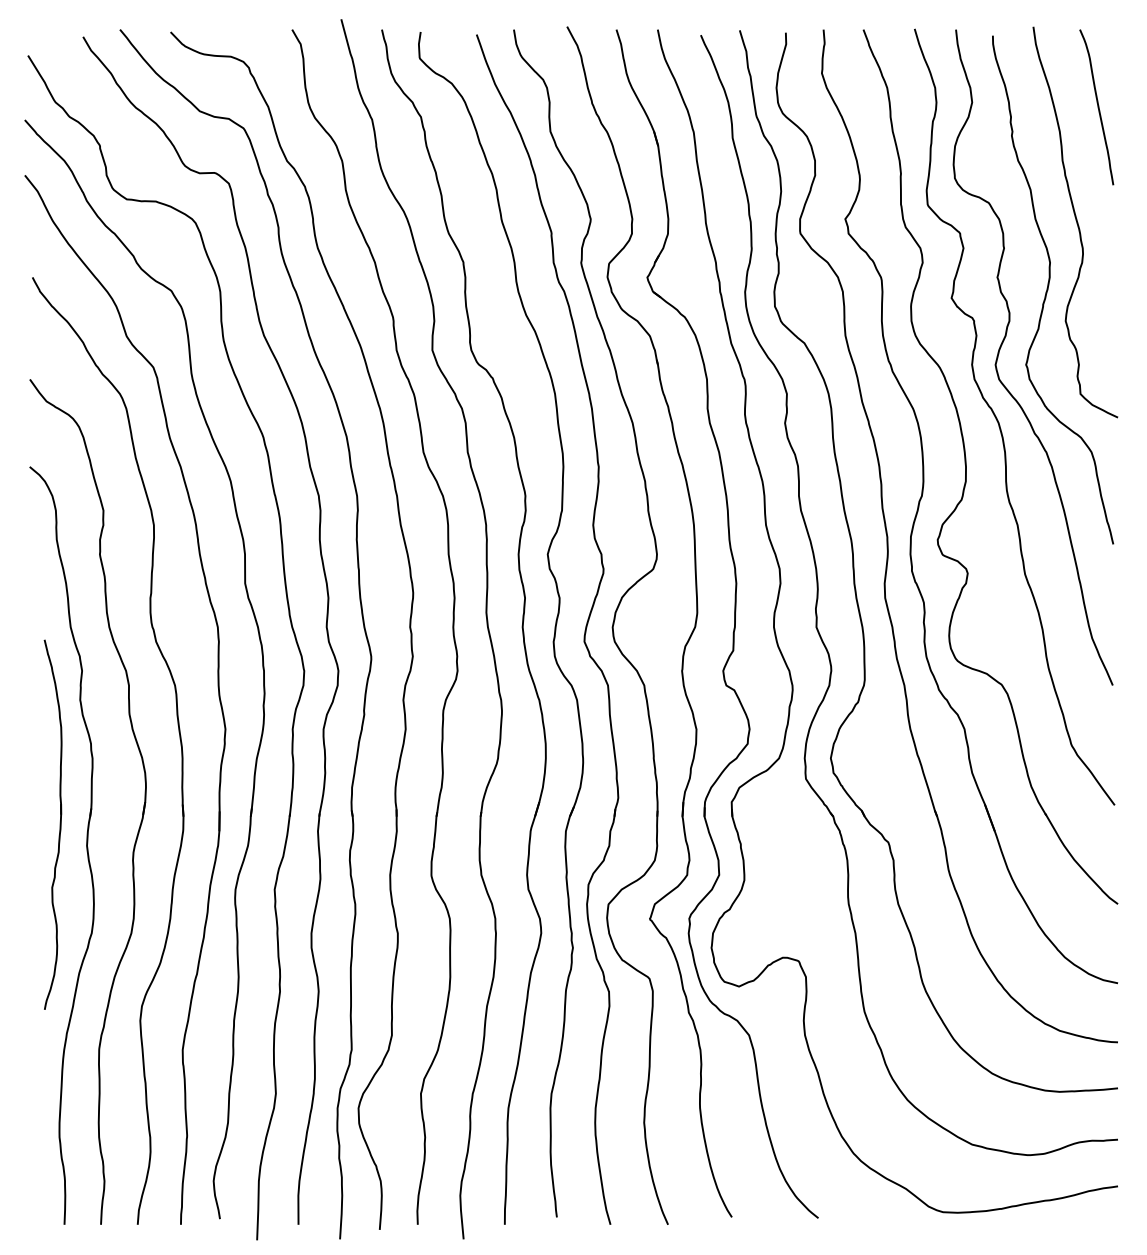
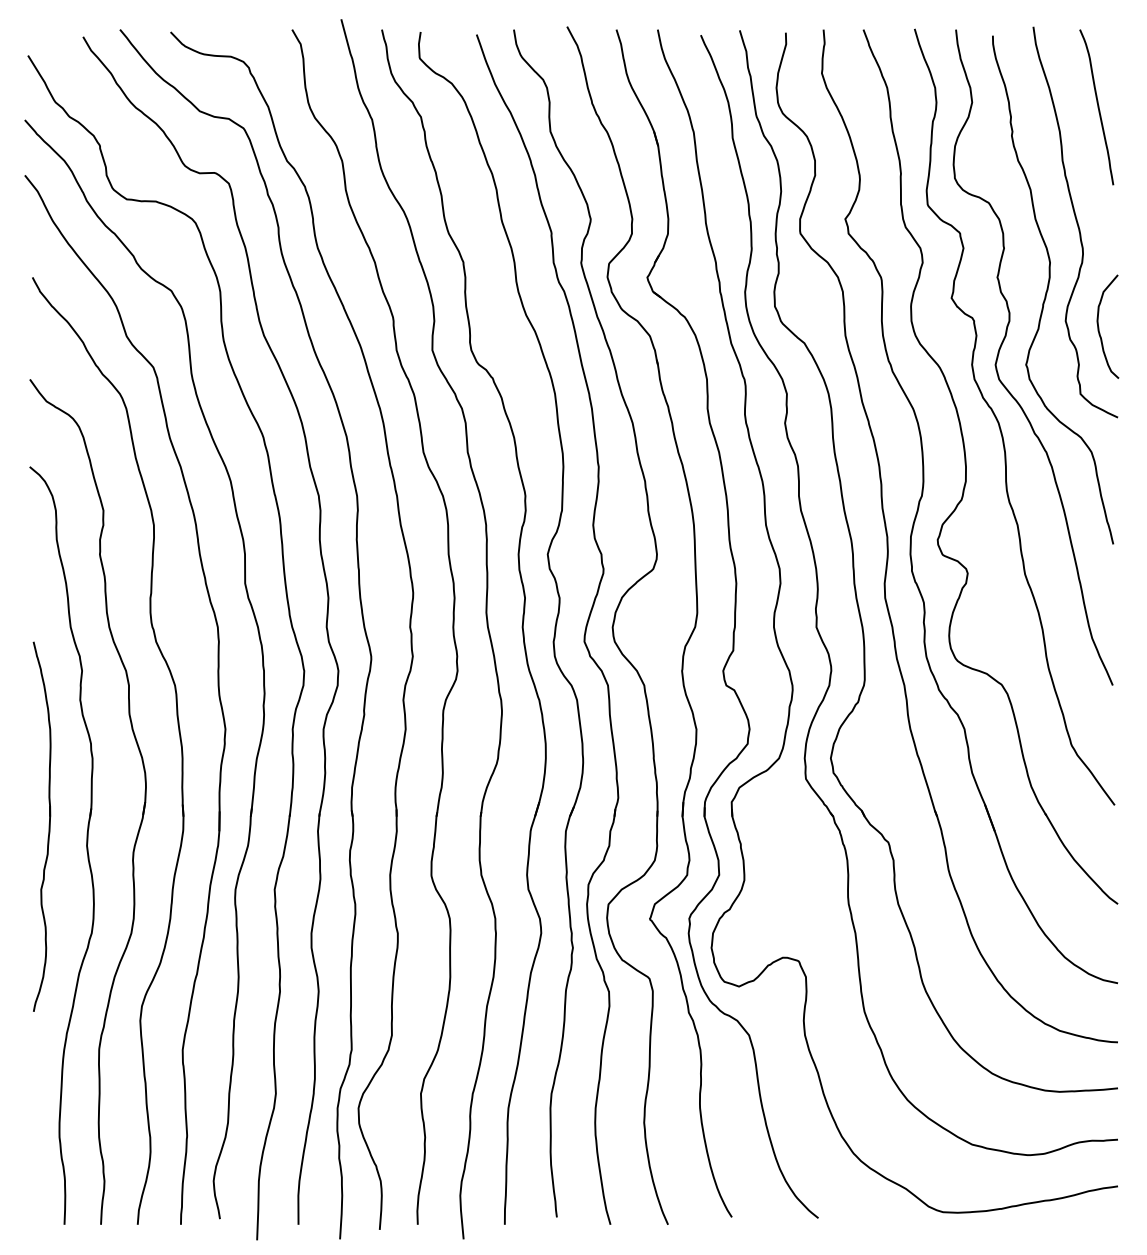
curve at (1099, 327): none -> present
part at (59, 824) position: (59, 824) -> (48, 826)
